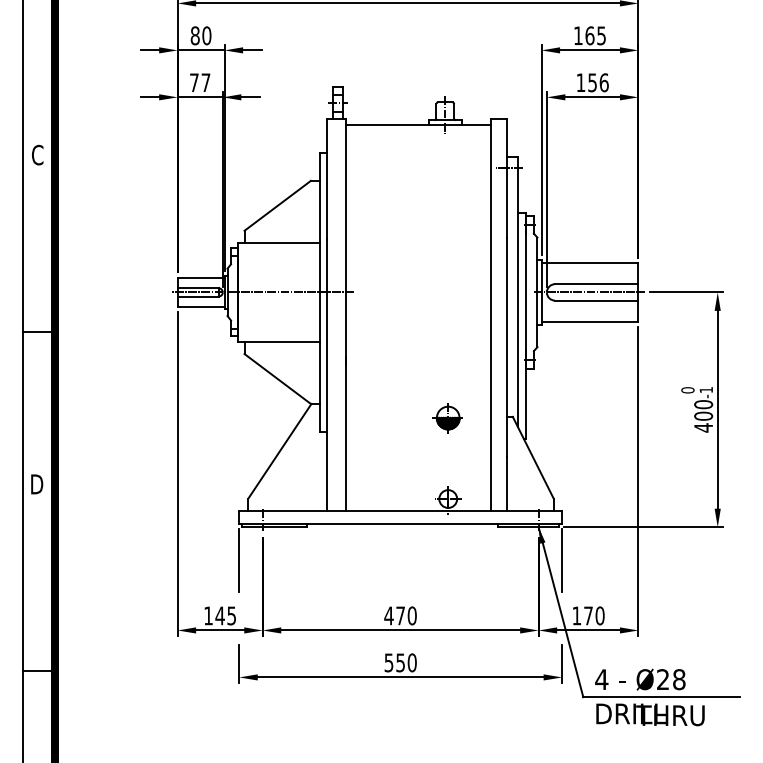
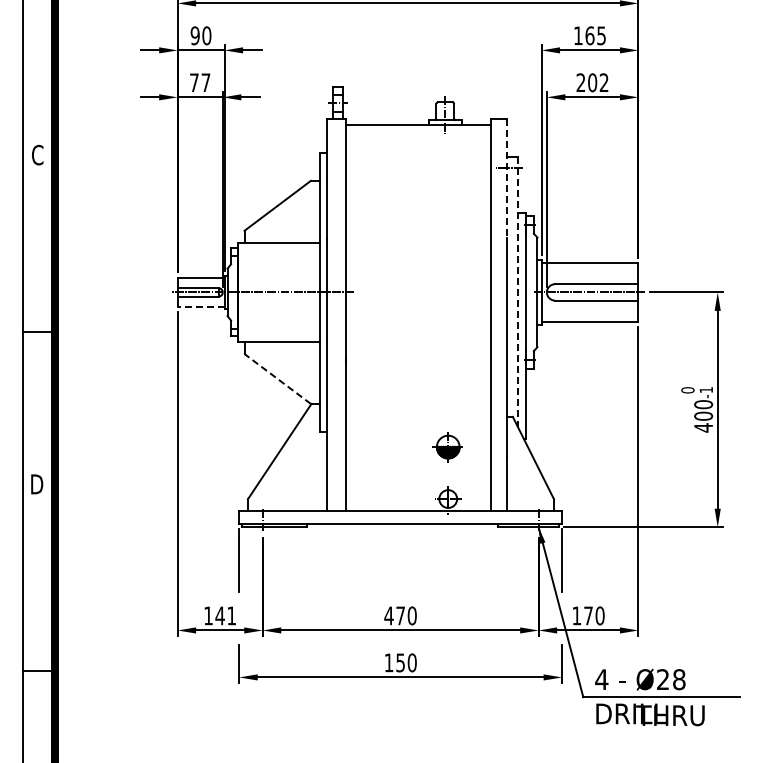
text at (194, 35): 80 -> 90
text at (592, 82): 156 -> 202
line at (506, 178): solid -> dashed
line at (518, 292): solid -> dashed
line at (200, 307): solid -> dashed
line at (277, 379): solid -> dashed
part at (447, 418) position: (447, 418) -> (447, 447)
text at (231, 615): 145 -> 141
text at (388, 662): 550 -> 150
